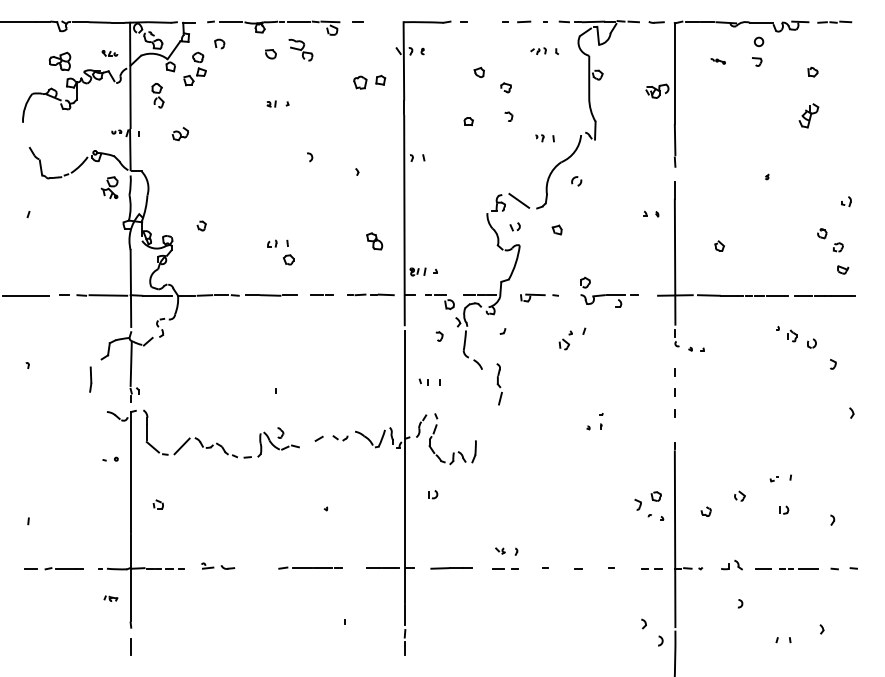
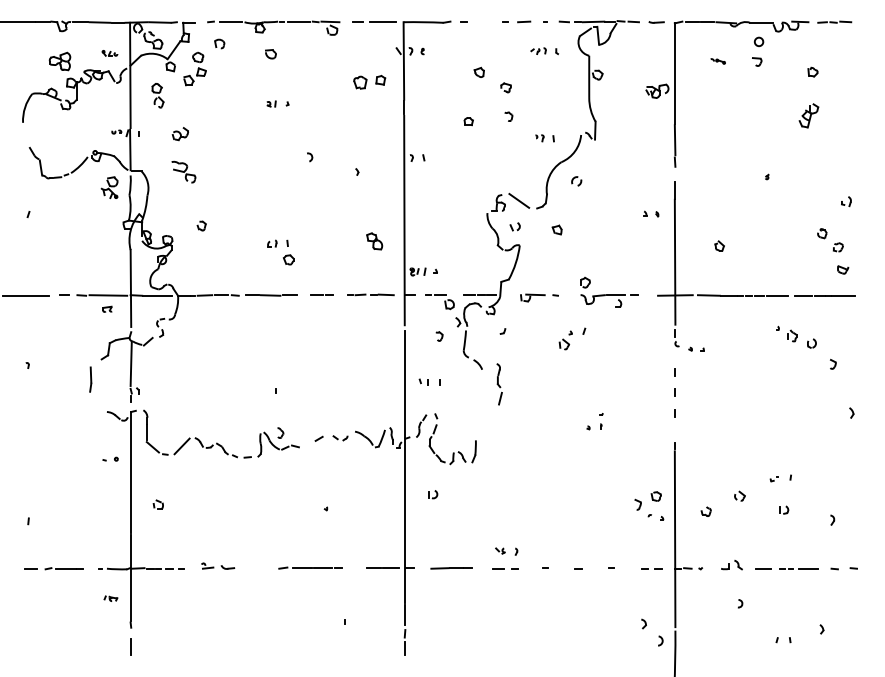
line at (382, 21): none -> present
part at (300, 49) position: (300, 49) -> (183, 171)
part at (107, 308): none -> present
